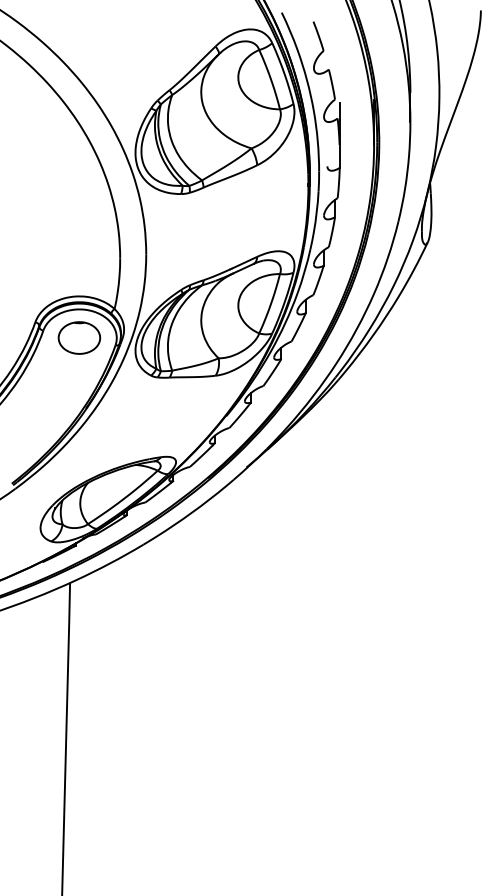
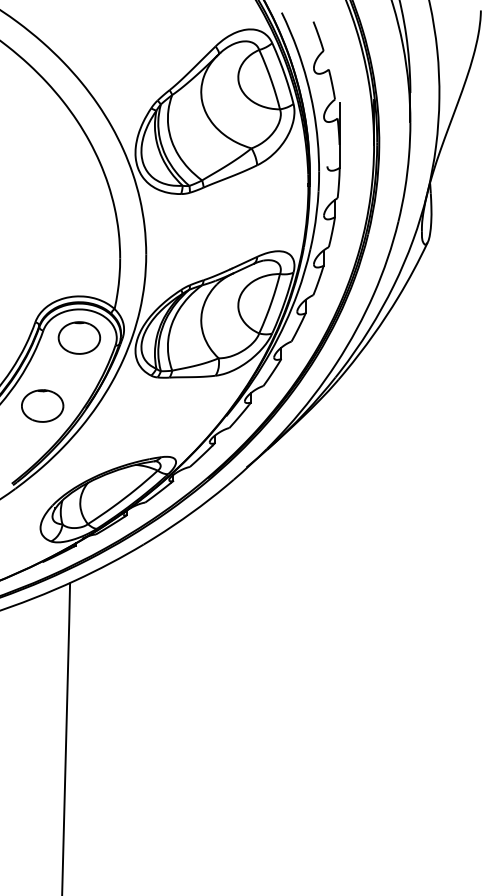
part at (42, 405): none -> present
